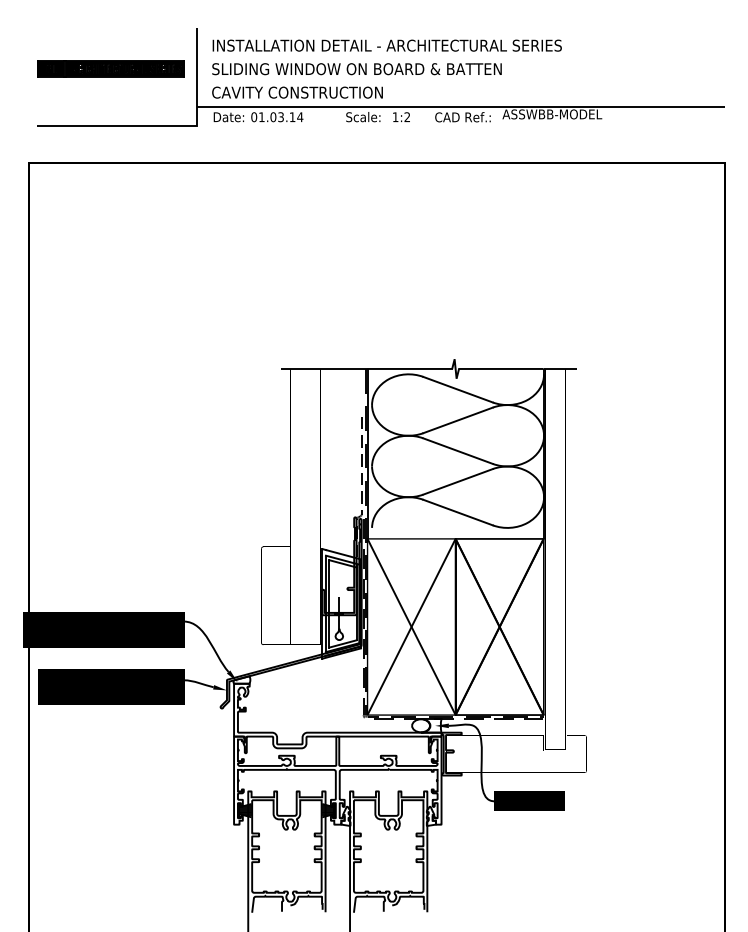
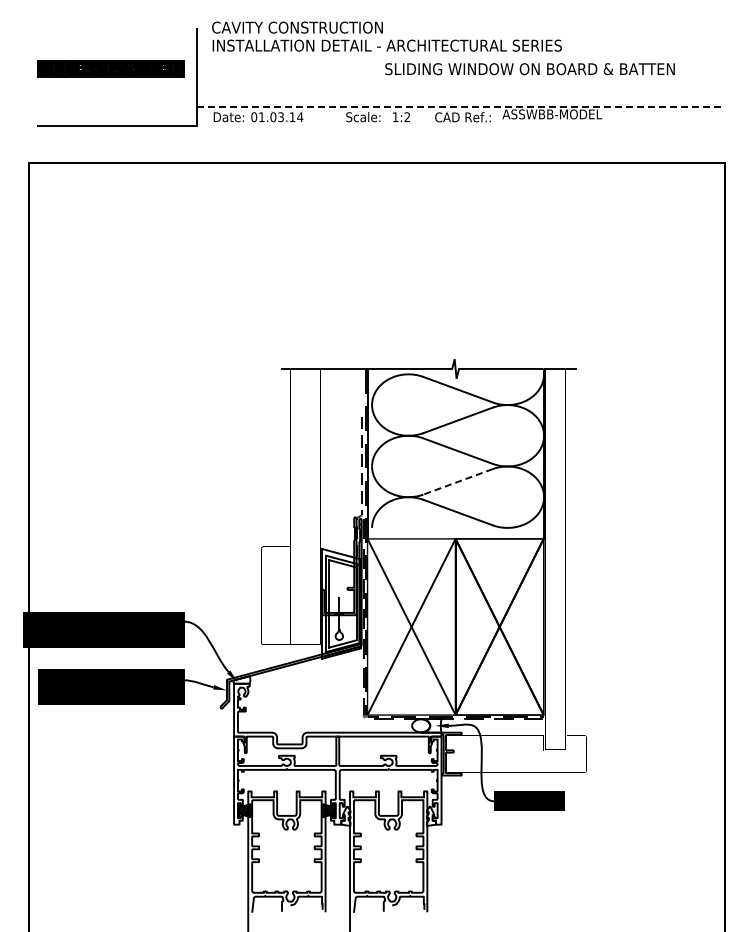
text at (356, 69) position: (356, 69) -> (529, 69)
text at (297, 92) position: (297, 92) -> (297, 27)
line at (461, 106): solid -> dashed
line at (457, 482): solid -> dashed
